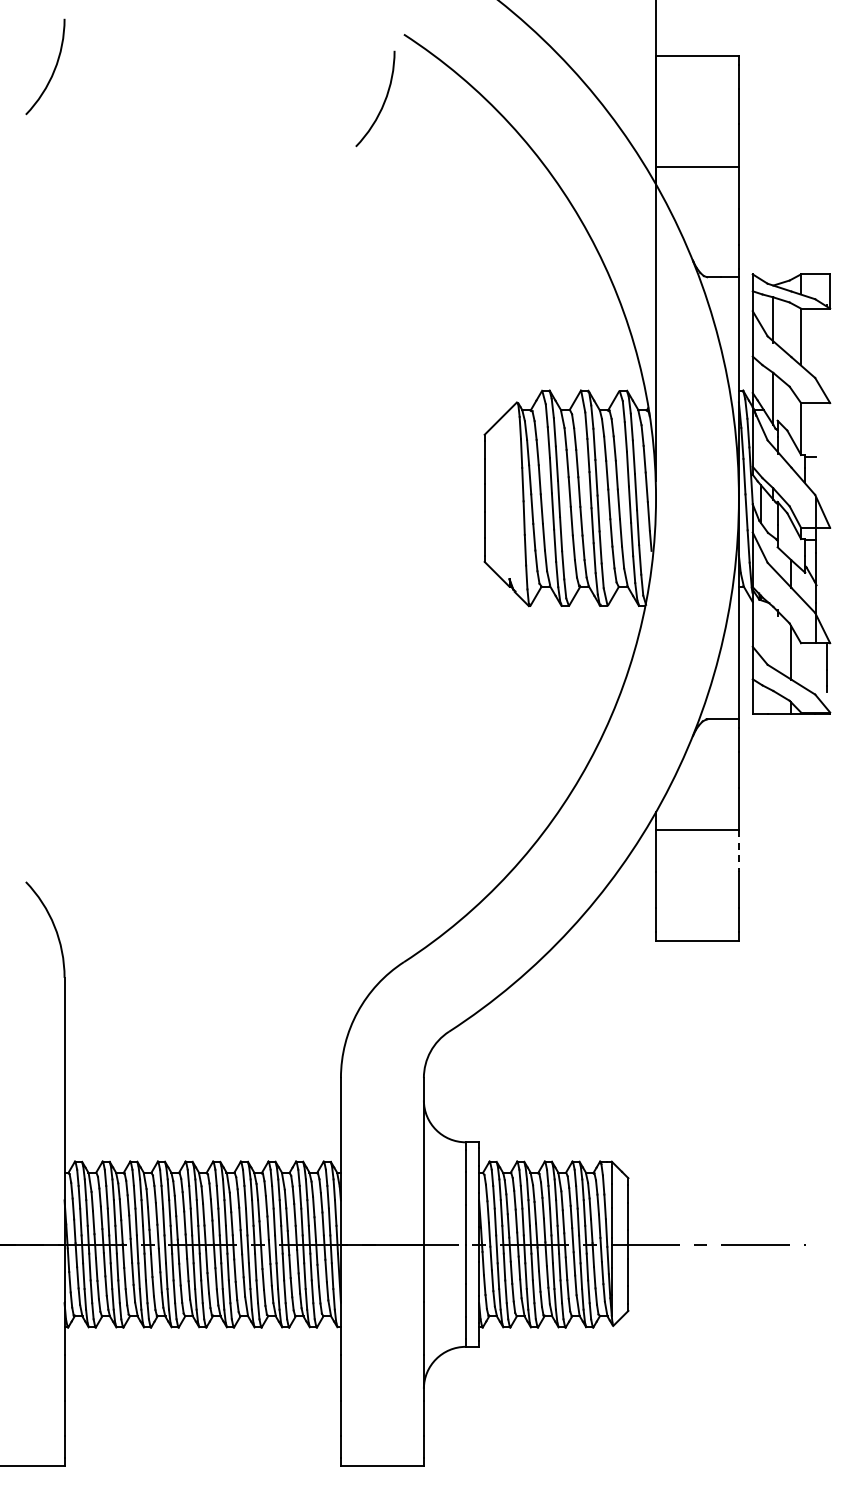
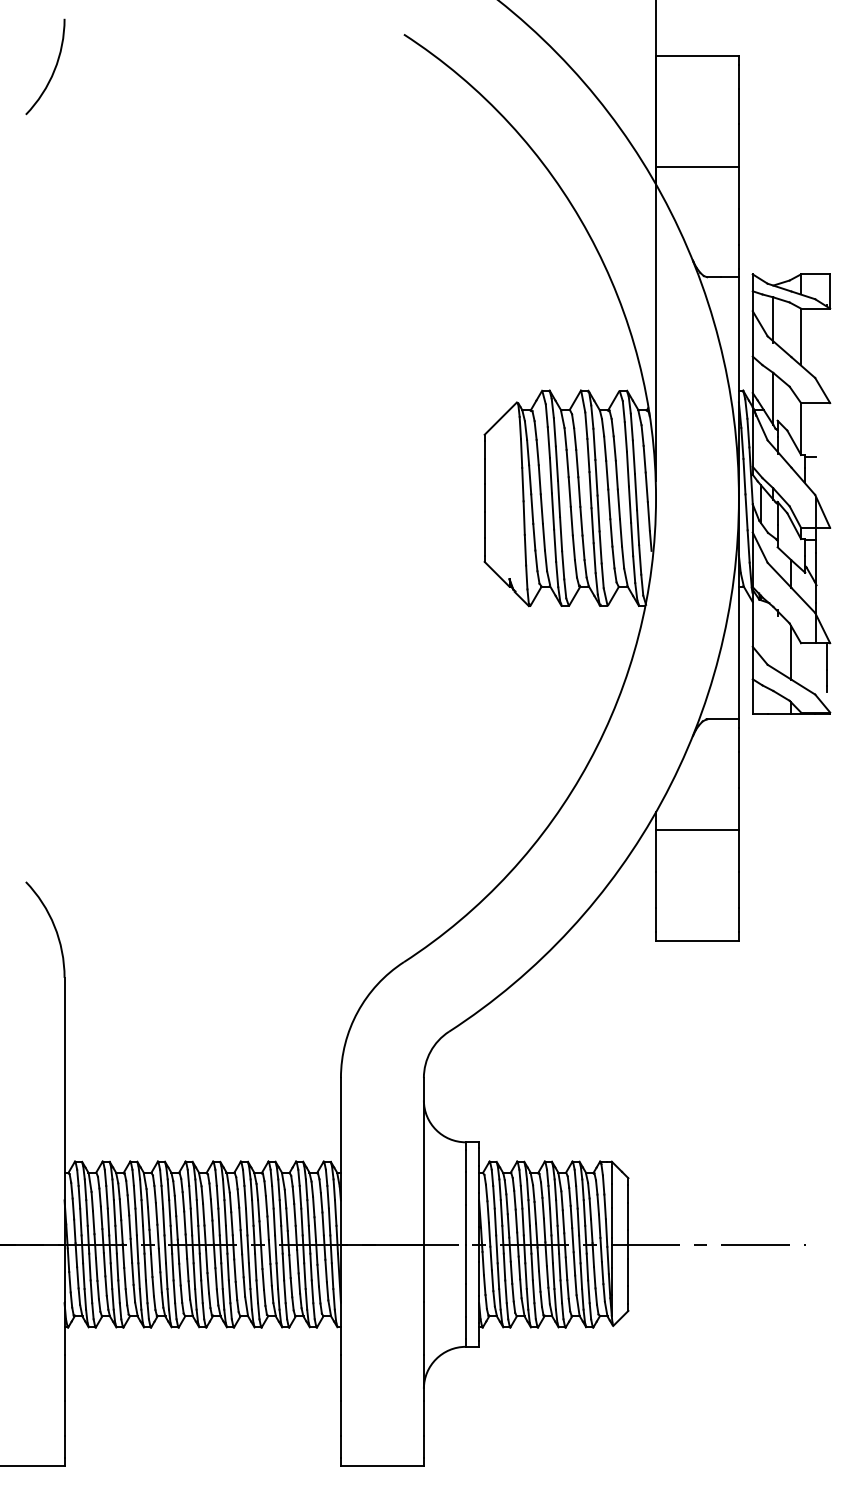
arc at (383, 101): present -> none
line at (738, 851): dashed -> solid
